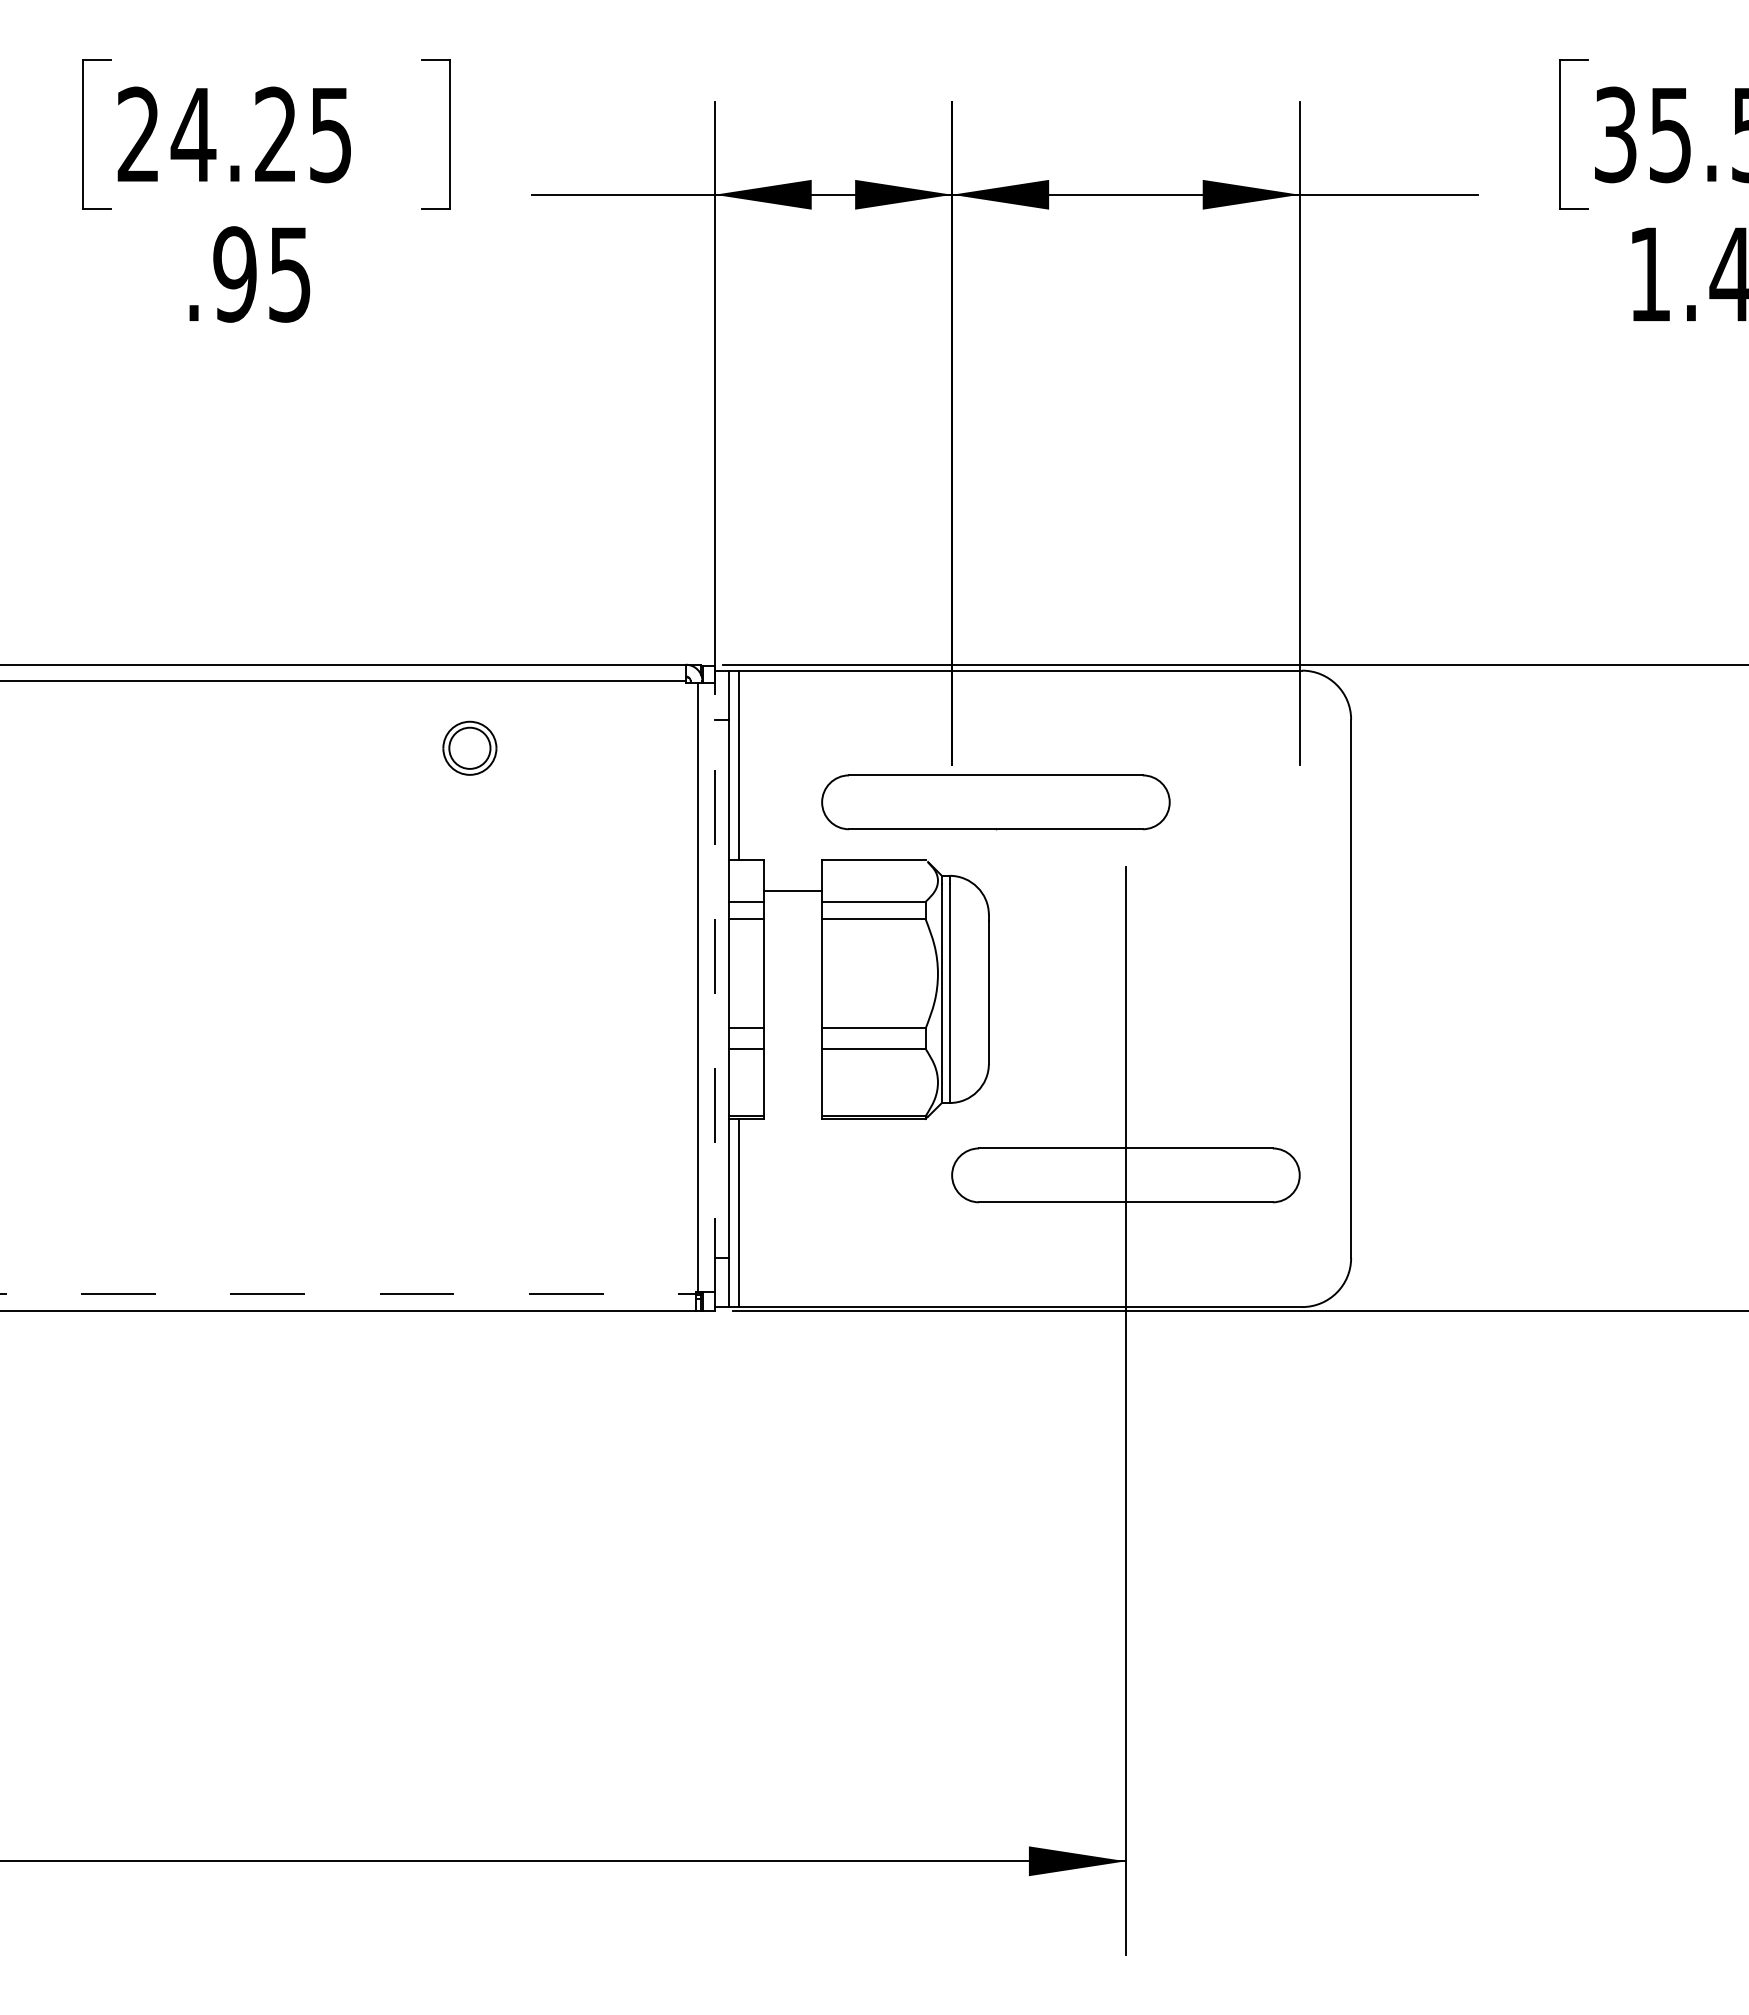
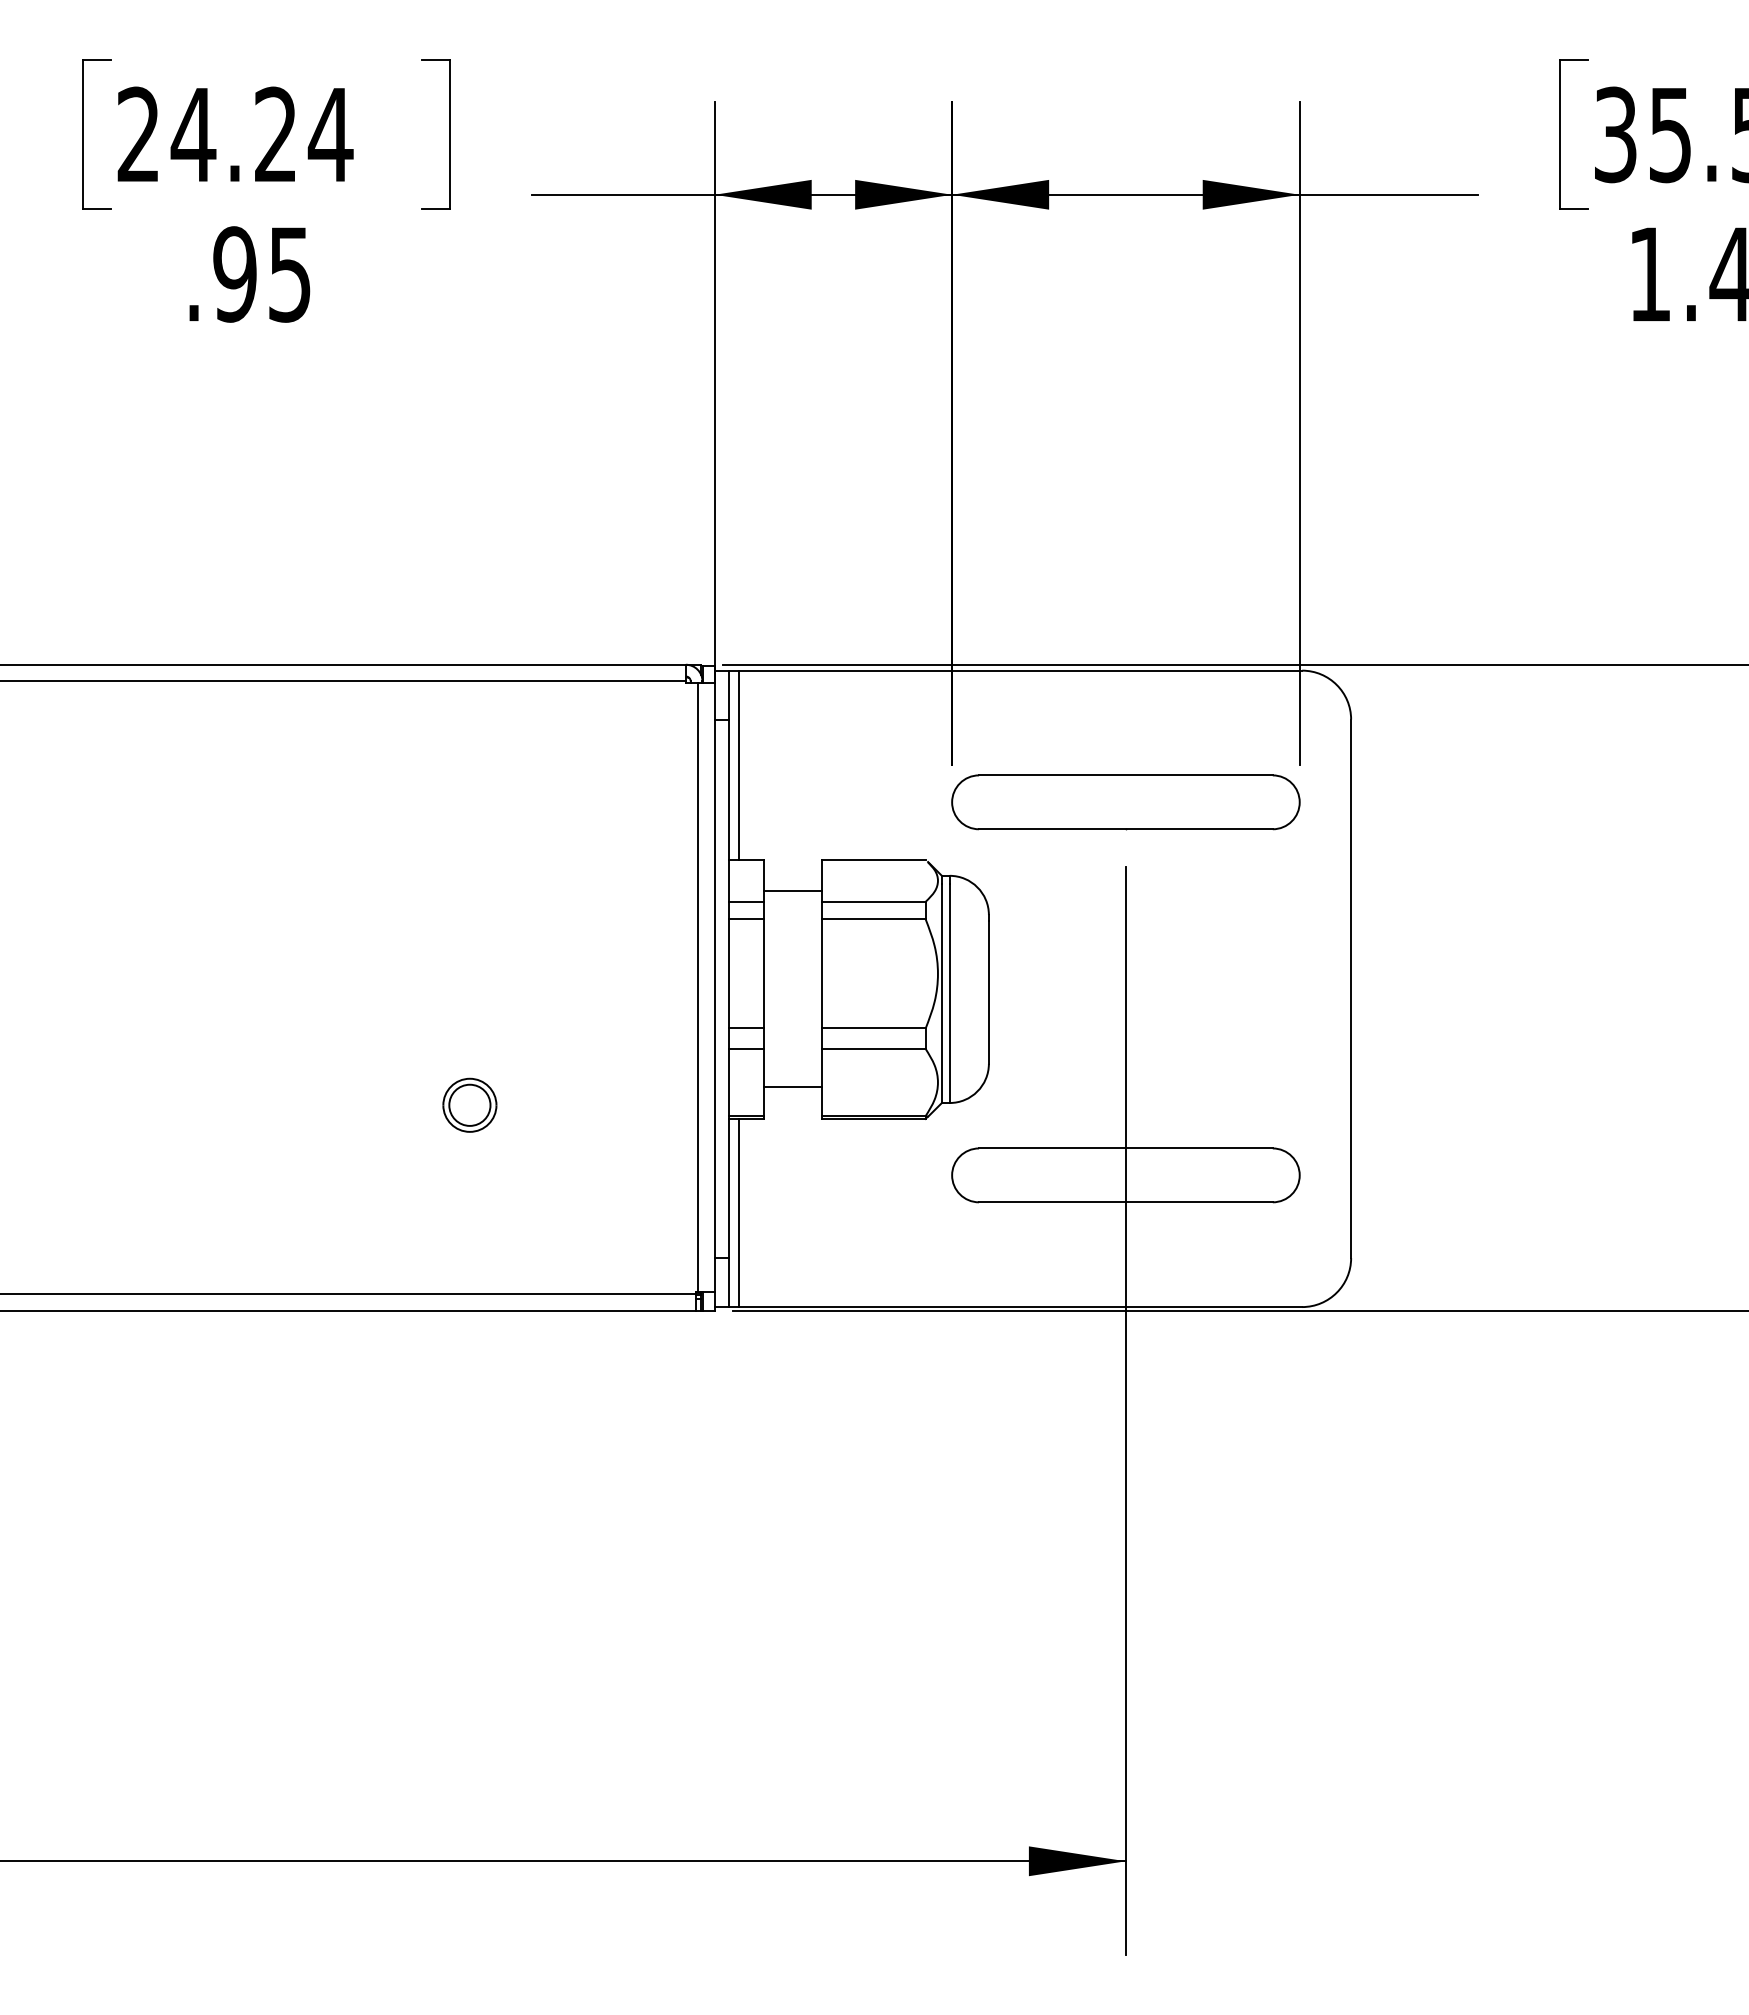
text at (330, 135): 24.25 -> 24.24
part at (469, 747) position: (469, 747) -> (469, 1104)
part at (995, 802) position: (995, 802) -> (1125, 802)
line at (714, 987): dashed -> solid
line at (792, 1087): none -> present
line at (348, 1294): dashed -> solid
